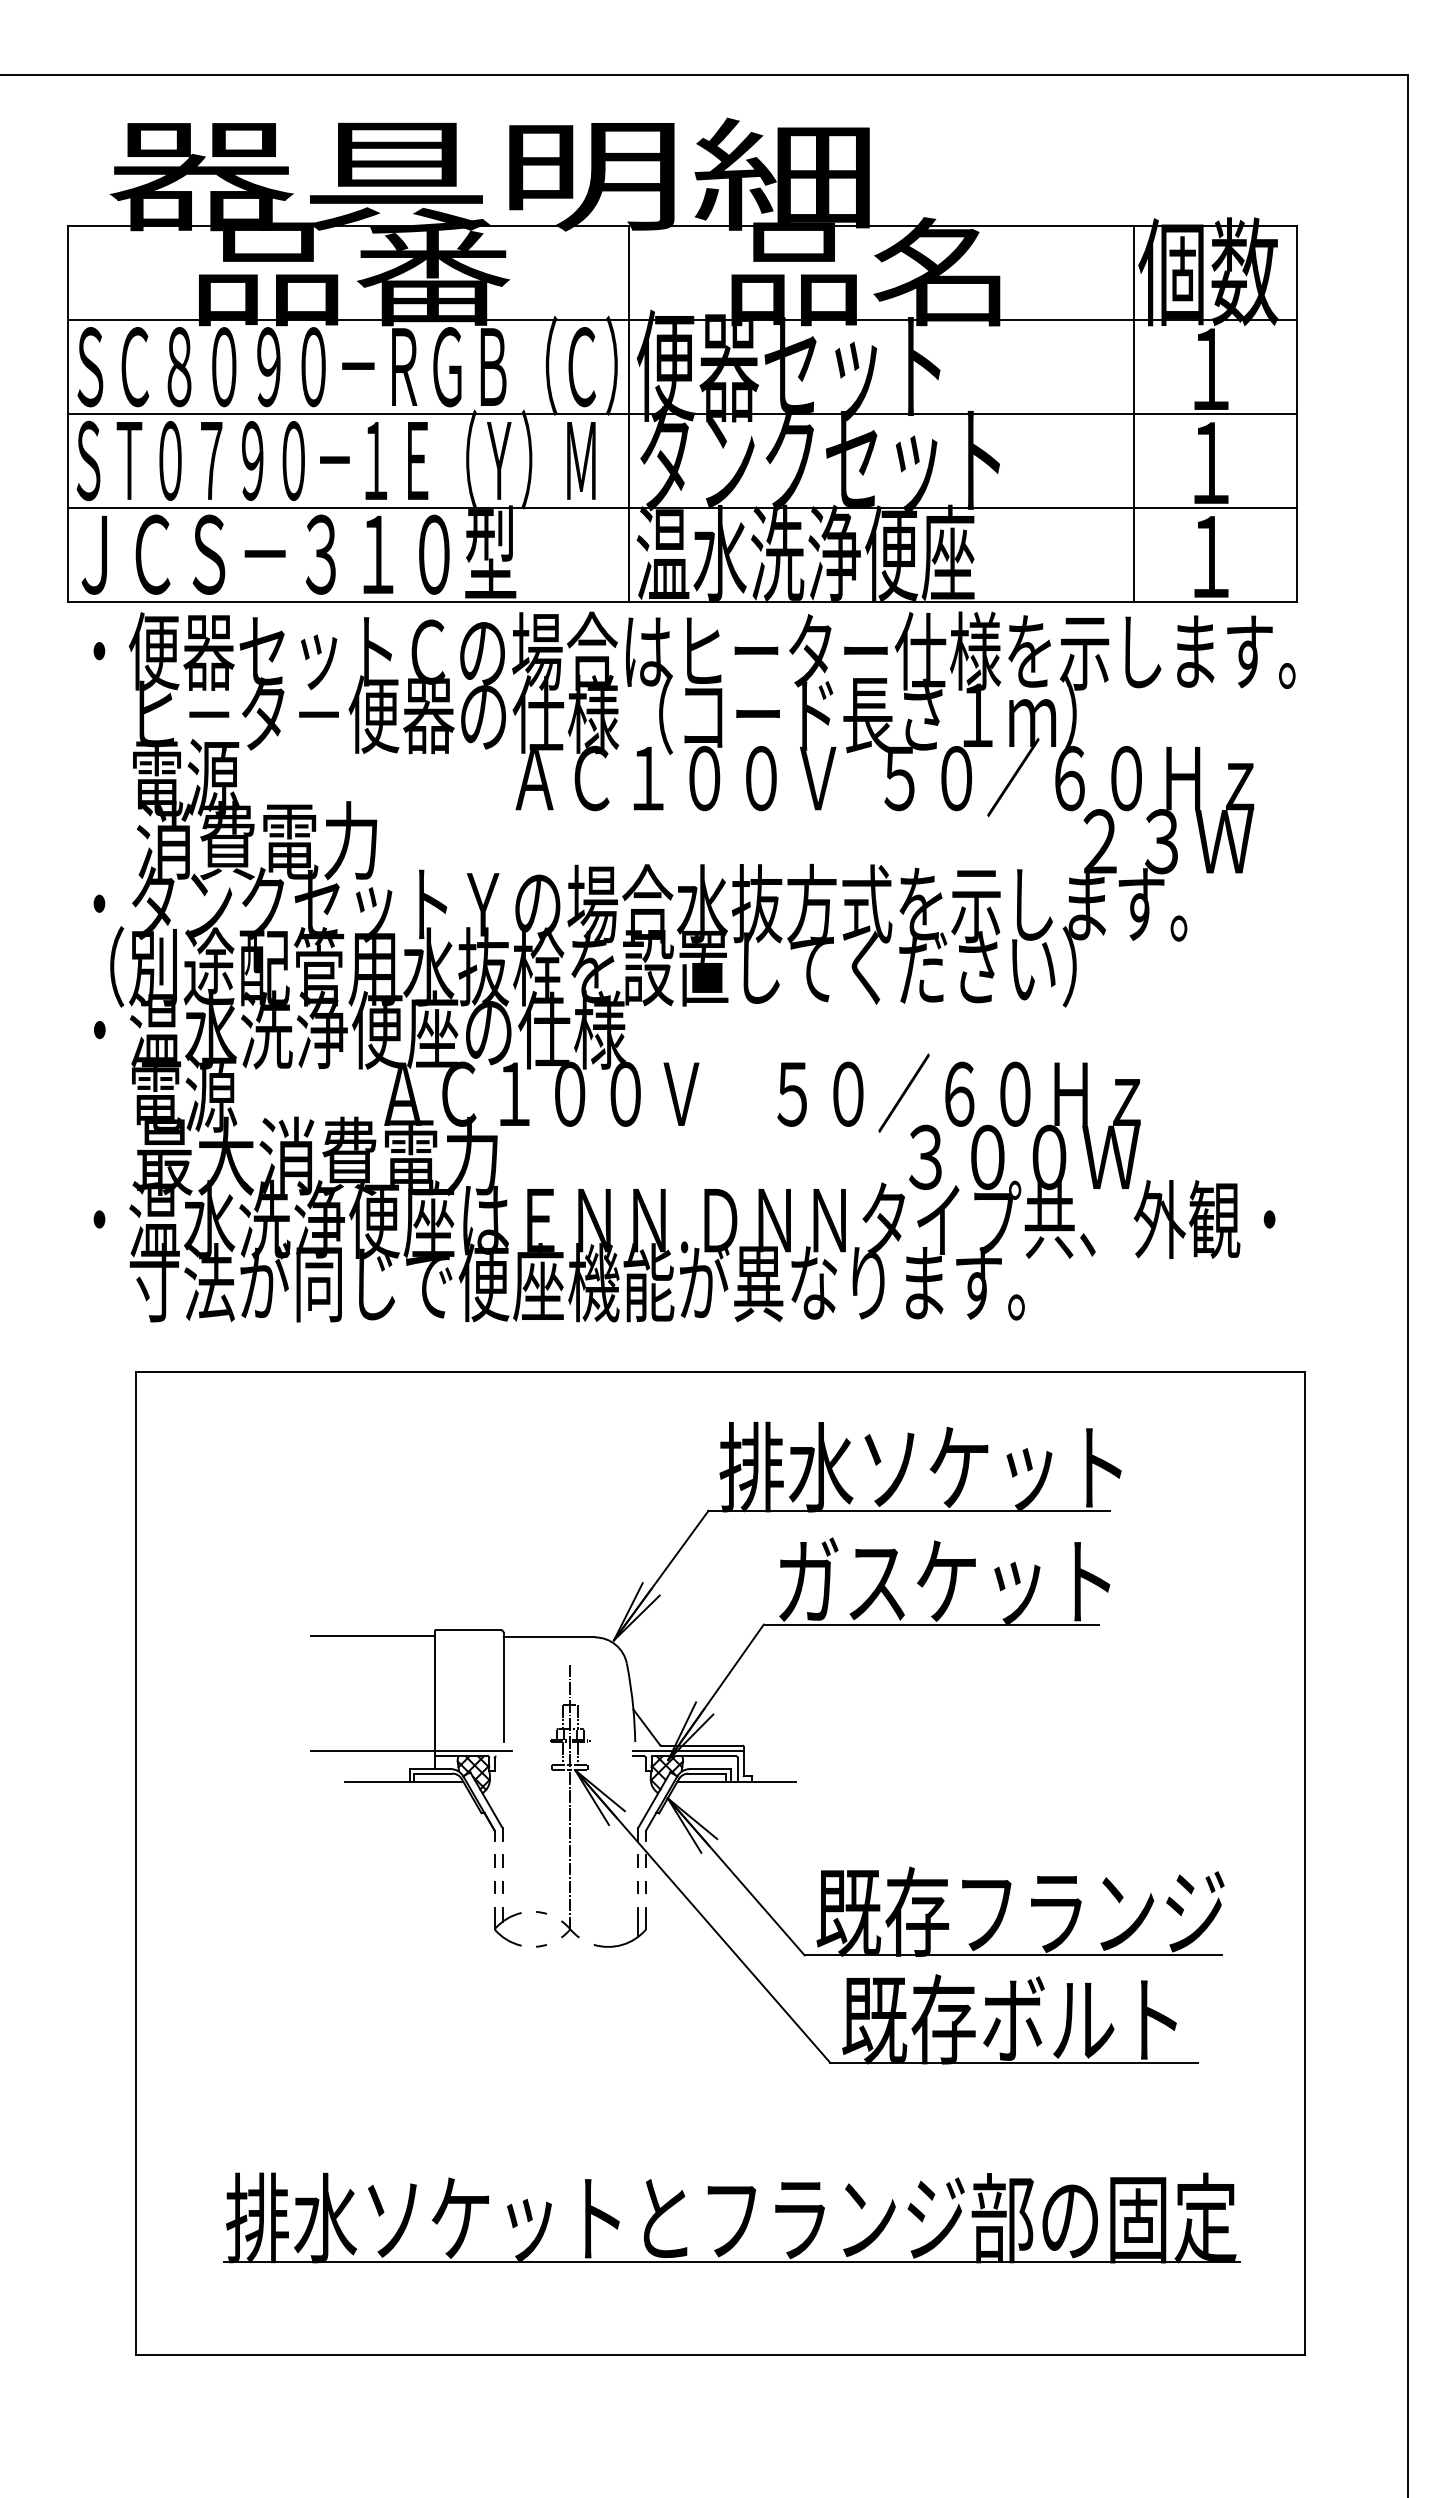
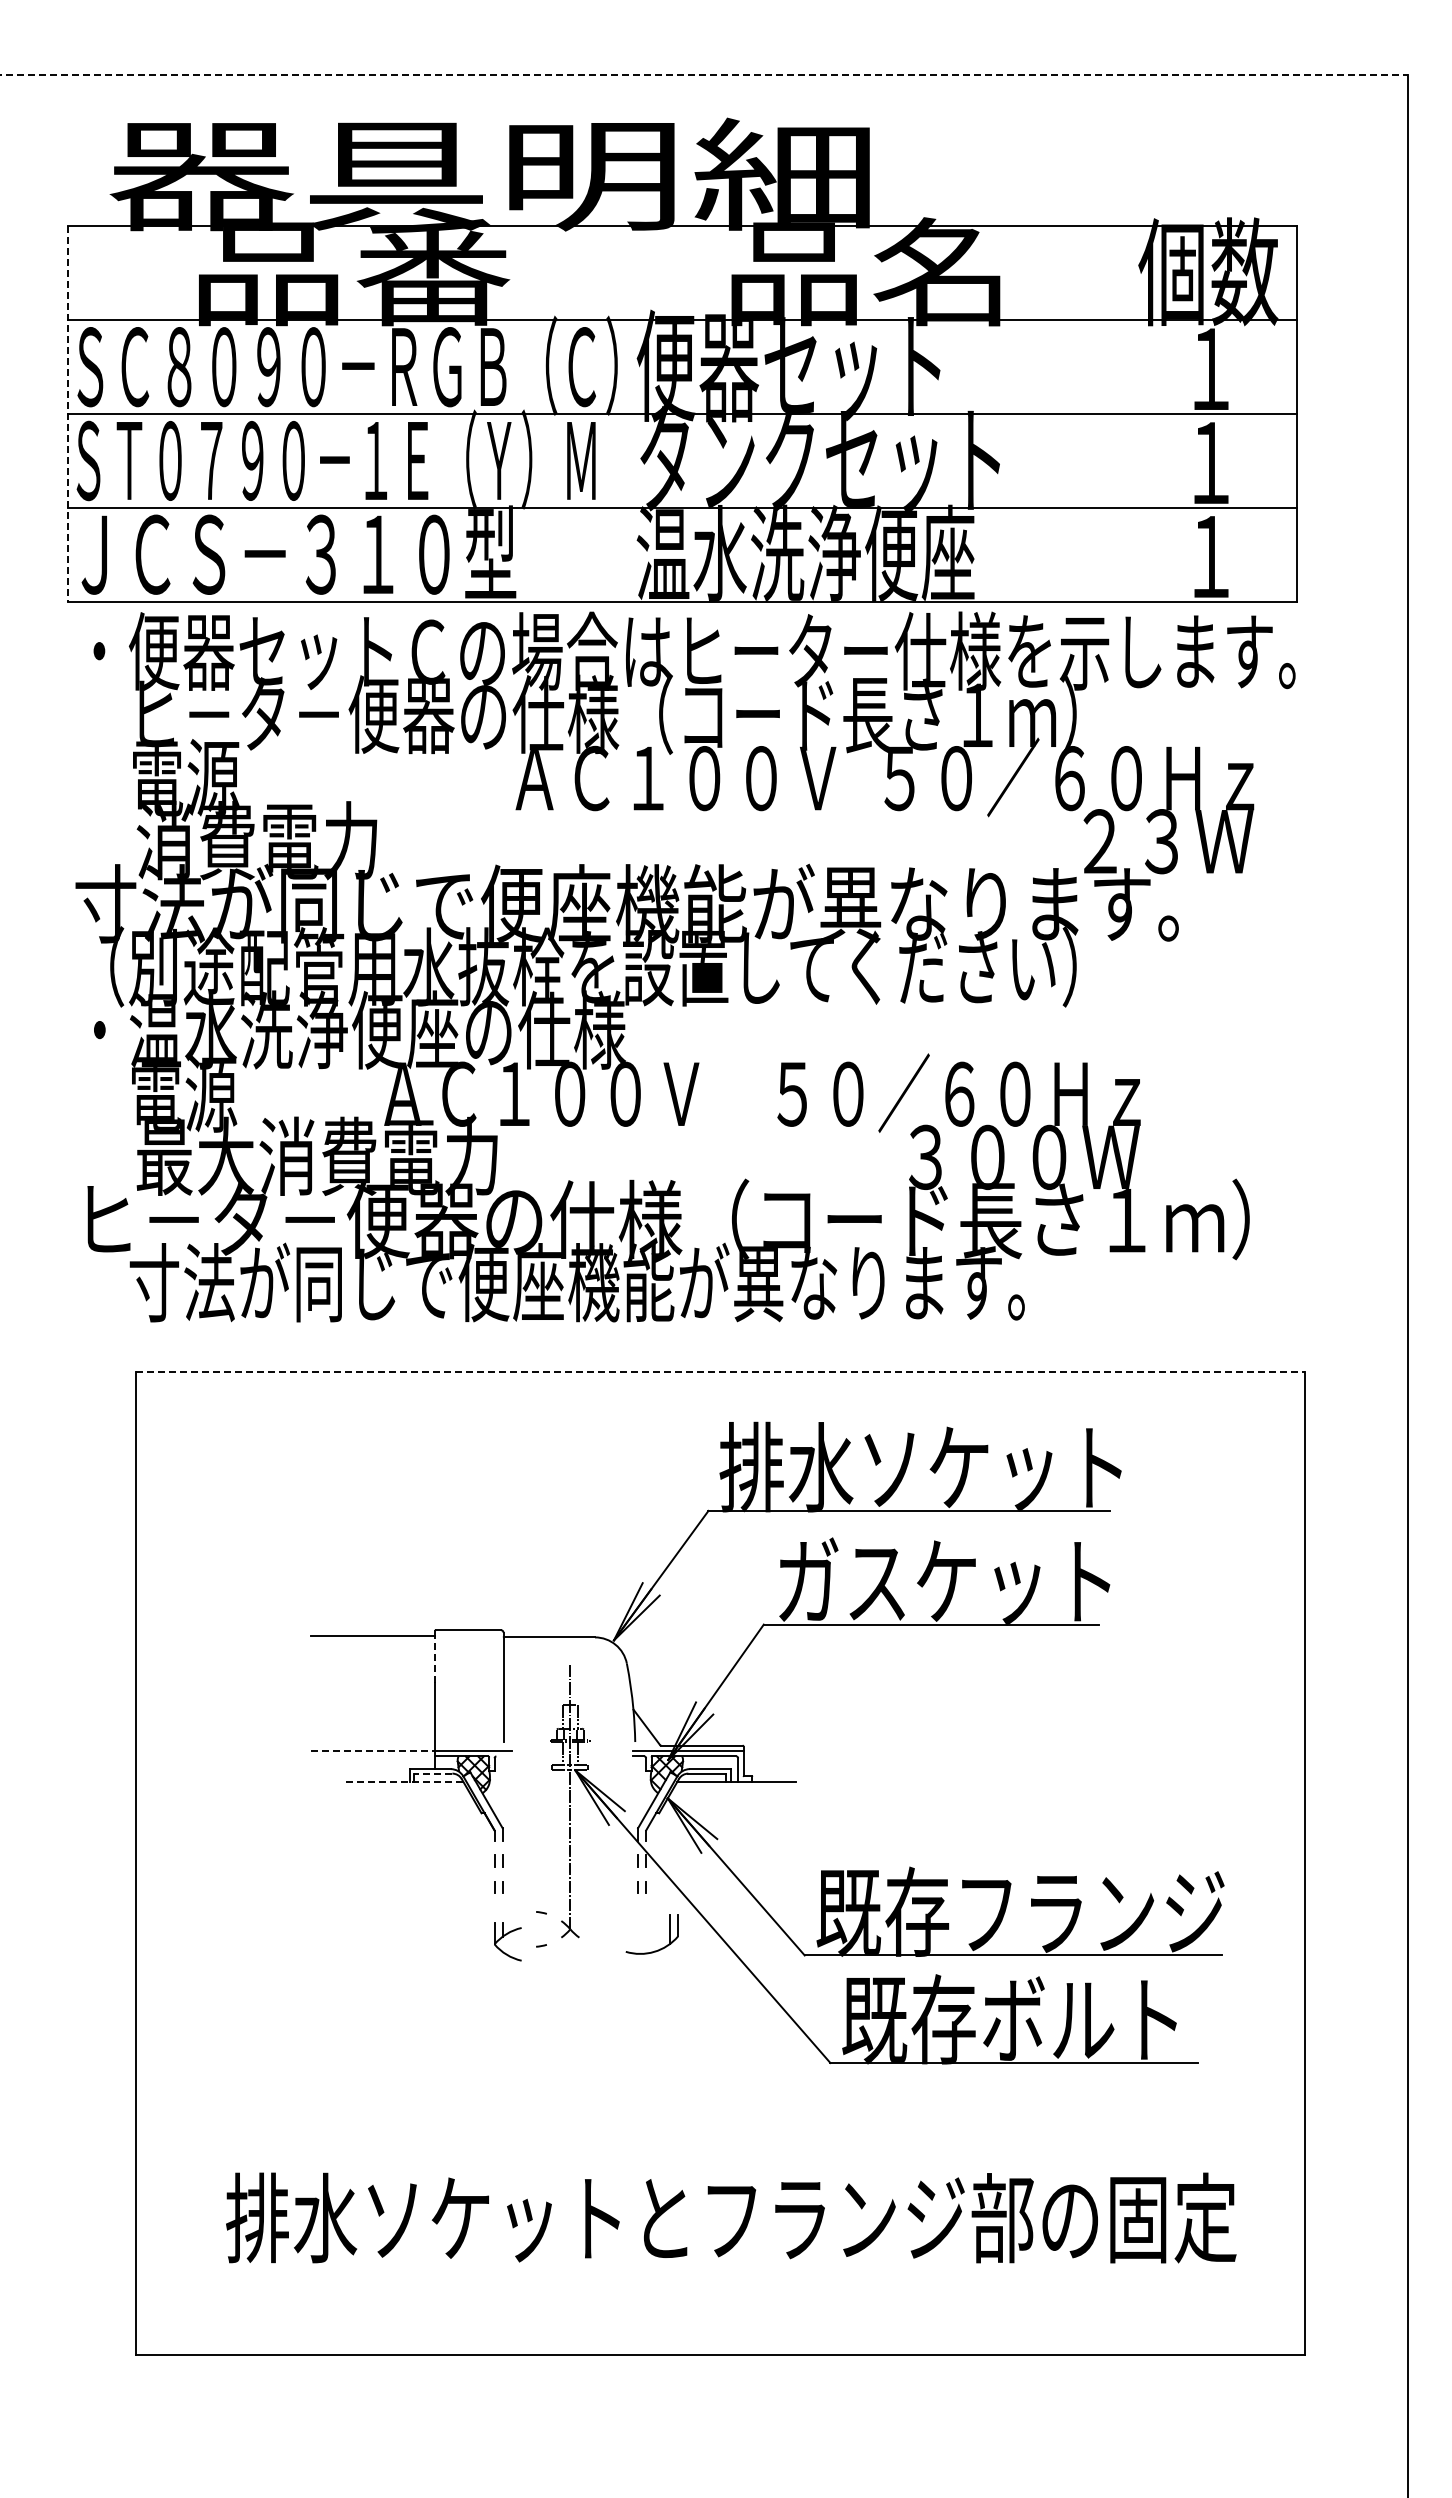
line at (704, 74): solid -> dashed
line at (629, 413): present -> none
line at (1134, 413): present -> none
line at (67, 414): solid -> dashed
text at (631, 903): ・タンクセットＹの場合水抜方式を示します。 -> 寸法が同じで便座機能が異なります。
text at (681, 1219): ・温水洗浄便座はＥＮＮ.ＤＮＮタイプ共、外観・ -> ヒ－タ－便器の仕様（コード長さ１ｍ）
line at (720, 1372): solid -> dashed
line at (435, 1658): solid -> dashed
line at (373, 1751): solid -> dashed
line at (432, 1773): solid -> dashed
line at (403, 1781): solid -> dashed
part at (507, 1926) position: (507, 1926) -> (507, 1941)
part at (625, 1942) position: (625, 1942) -> (657, 1949)
line at (731, 2261): present -> none
